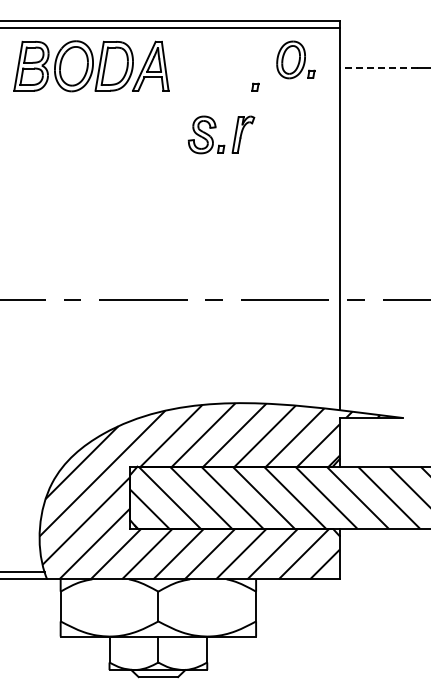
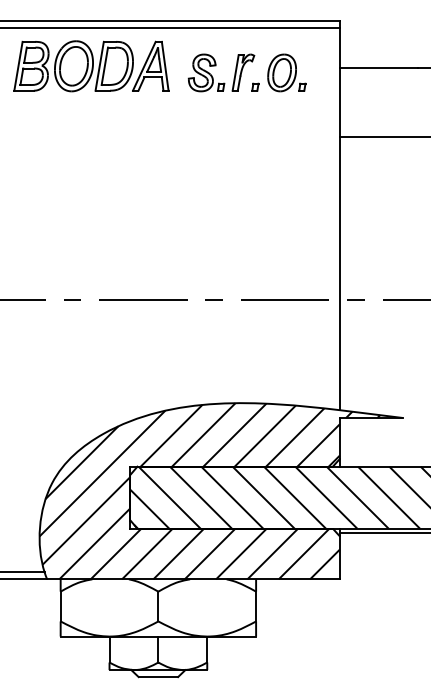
part at (295, 59) position: (295, 59) -> (286, 72)
line at (378, 67): dashed -> solid
part at (216, 128) position: (216, 128) -> (216, 66)
line at (383, 137): none -> present
line at (383, 532): none -> present
